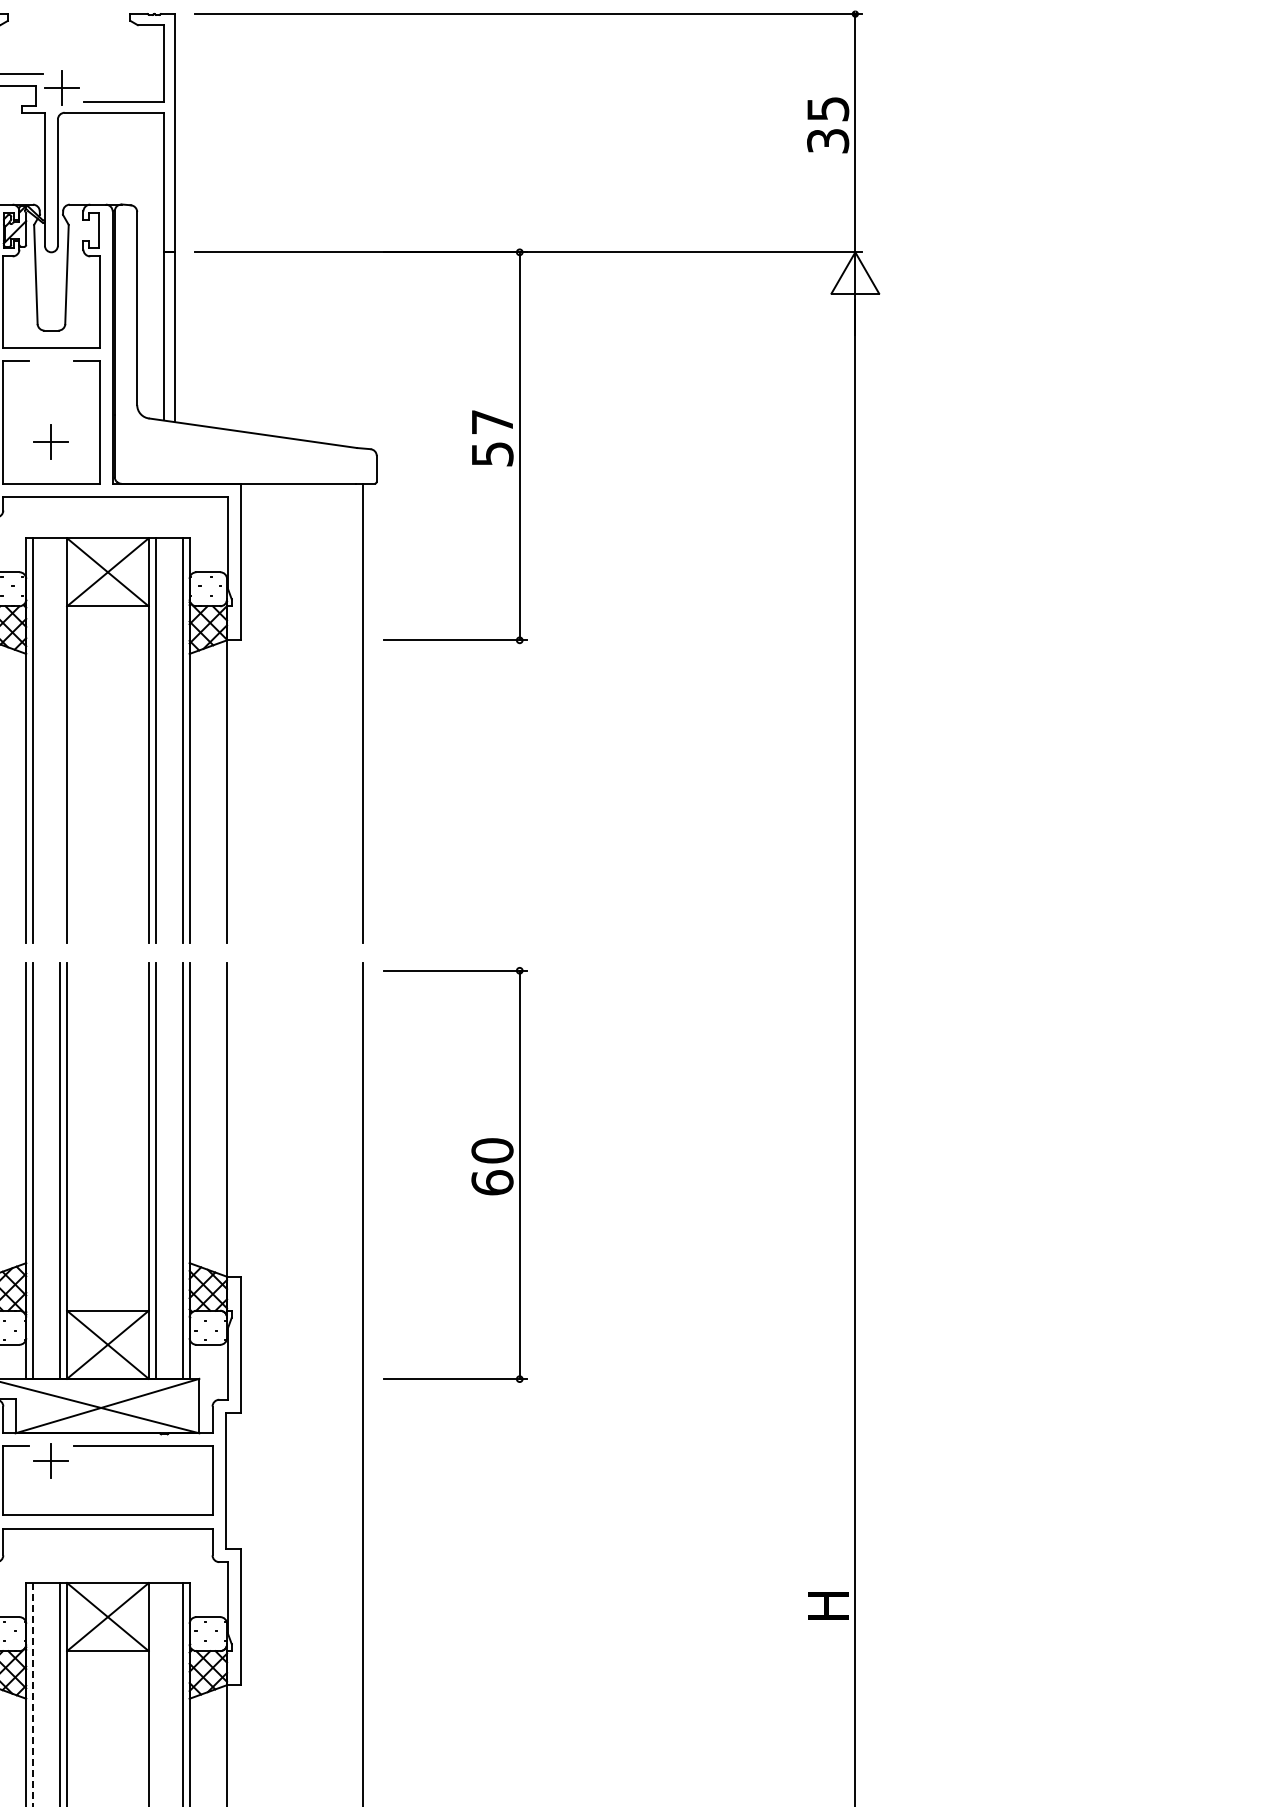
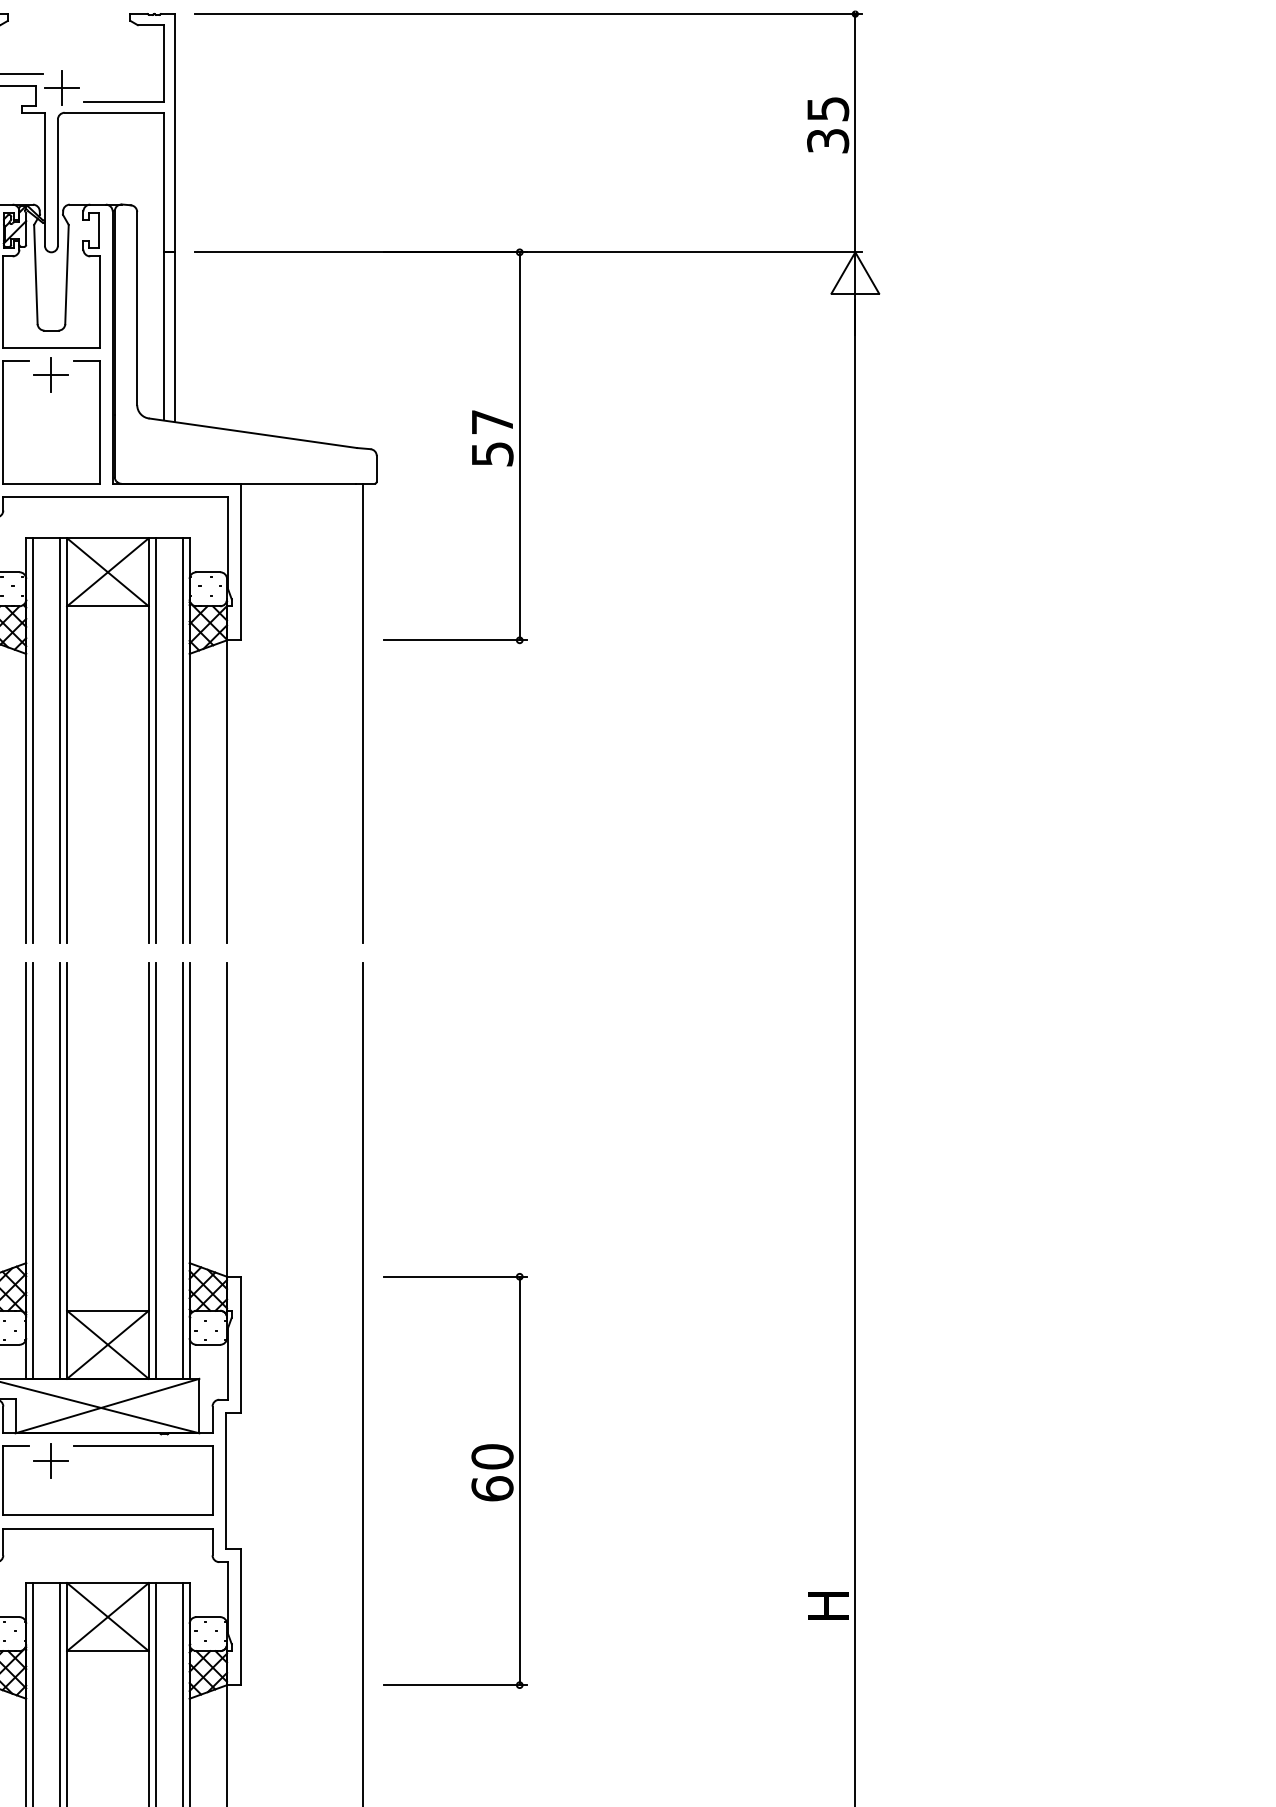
part at (50, 441) position: (50, 441) -> (50, 374)
line at (60, 740): none -> present
part at (471, 1176) position: (471, 1176) -> (471, 1482)
line at (155, 1693): none -> present
line at (33, 1694): dashed -> solid
